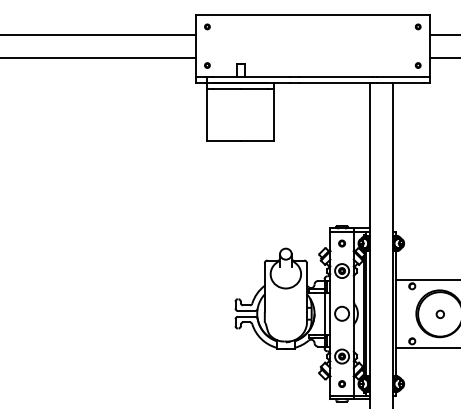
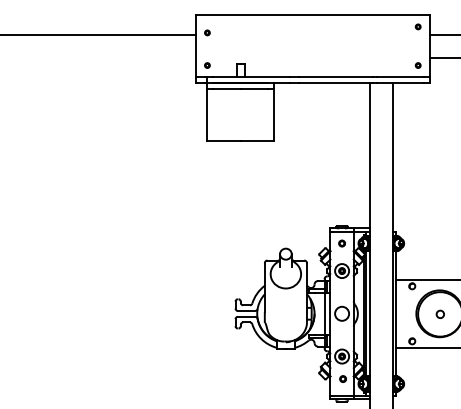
part at (207, 26) position: (207, 26) -> (207, 32)
line at (98, 57): present -> none
part at (341, 383) position: (341, 383) -> (342, 378)
